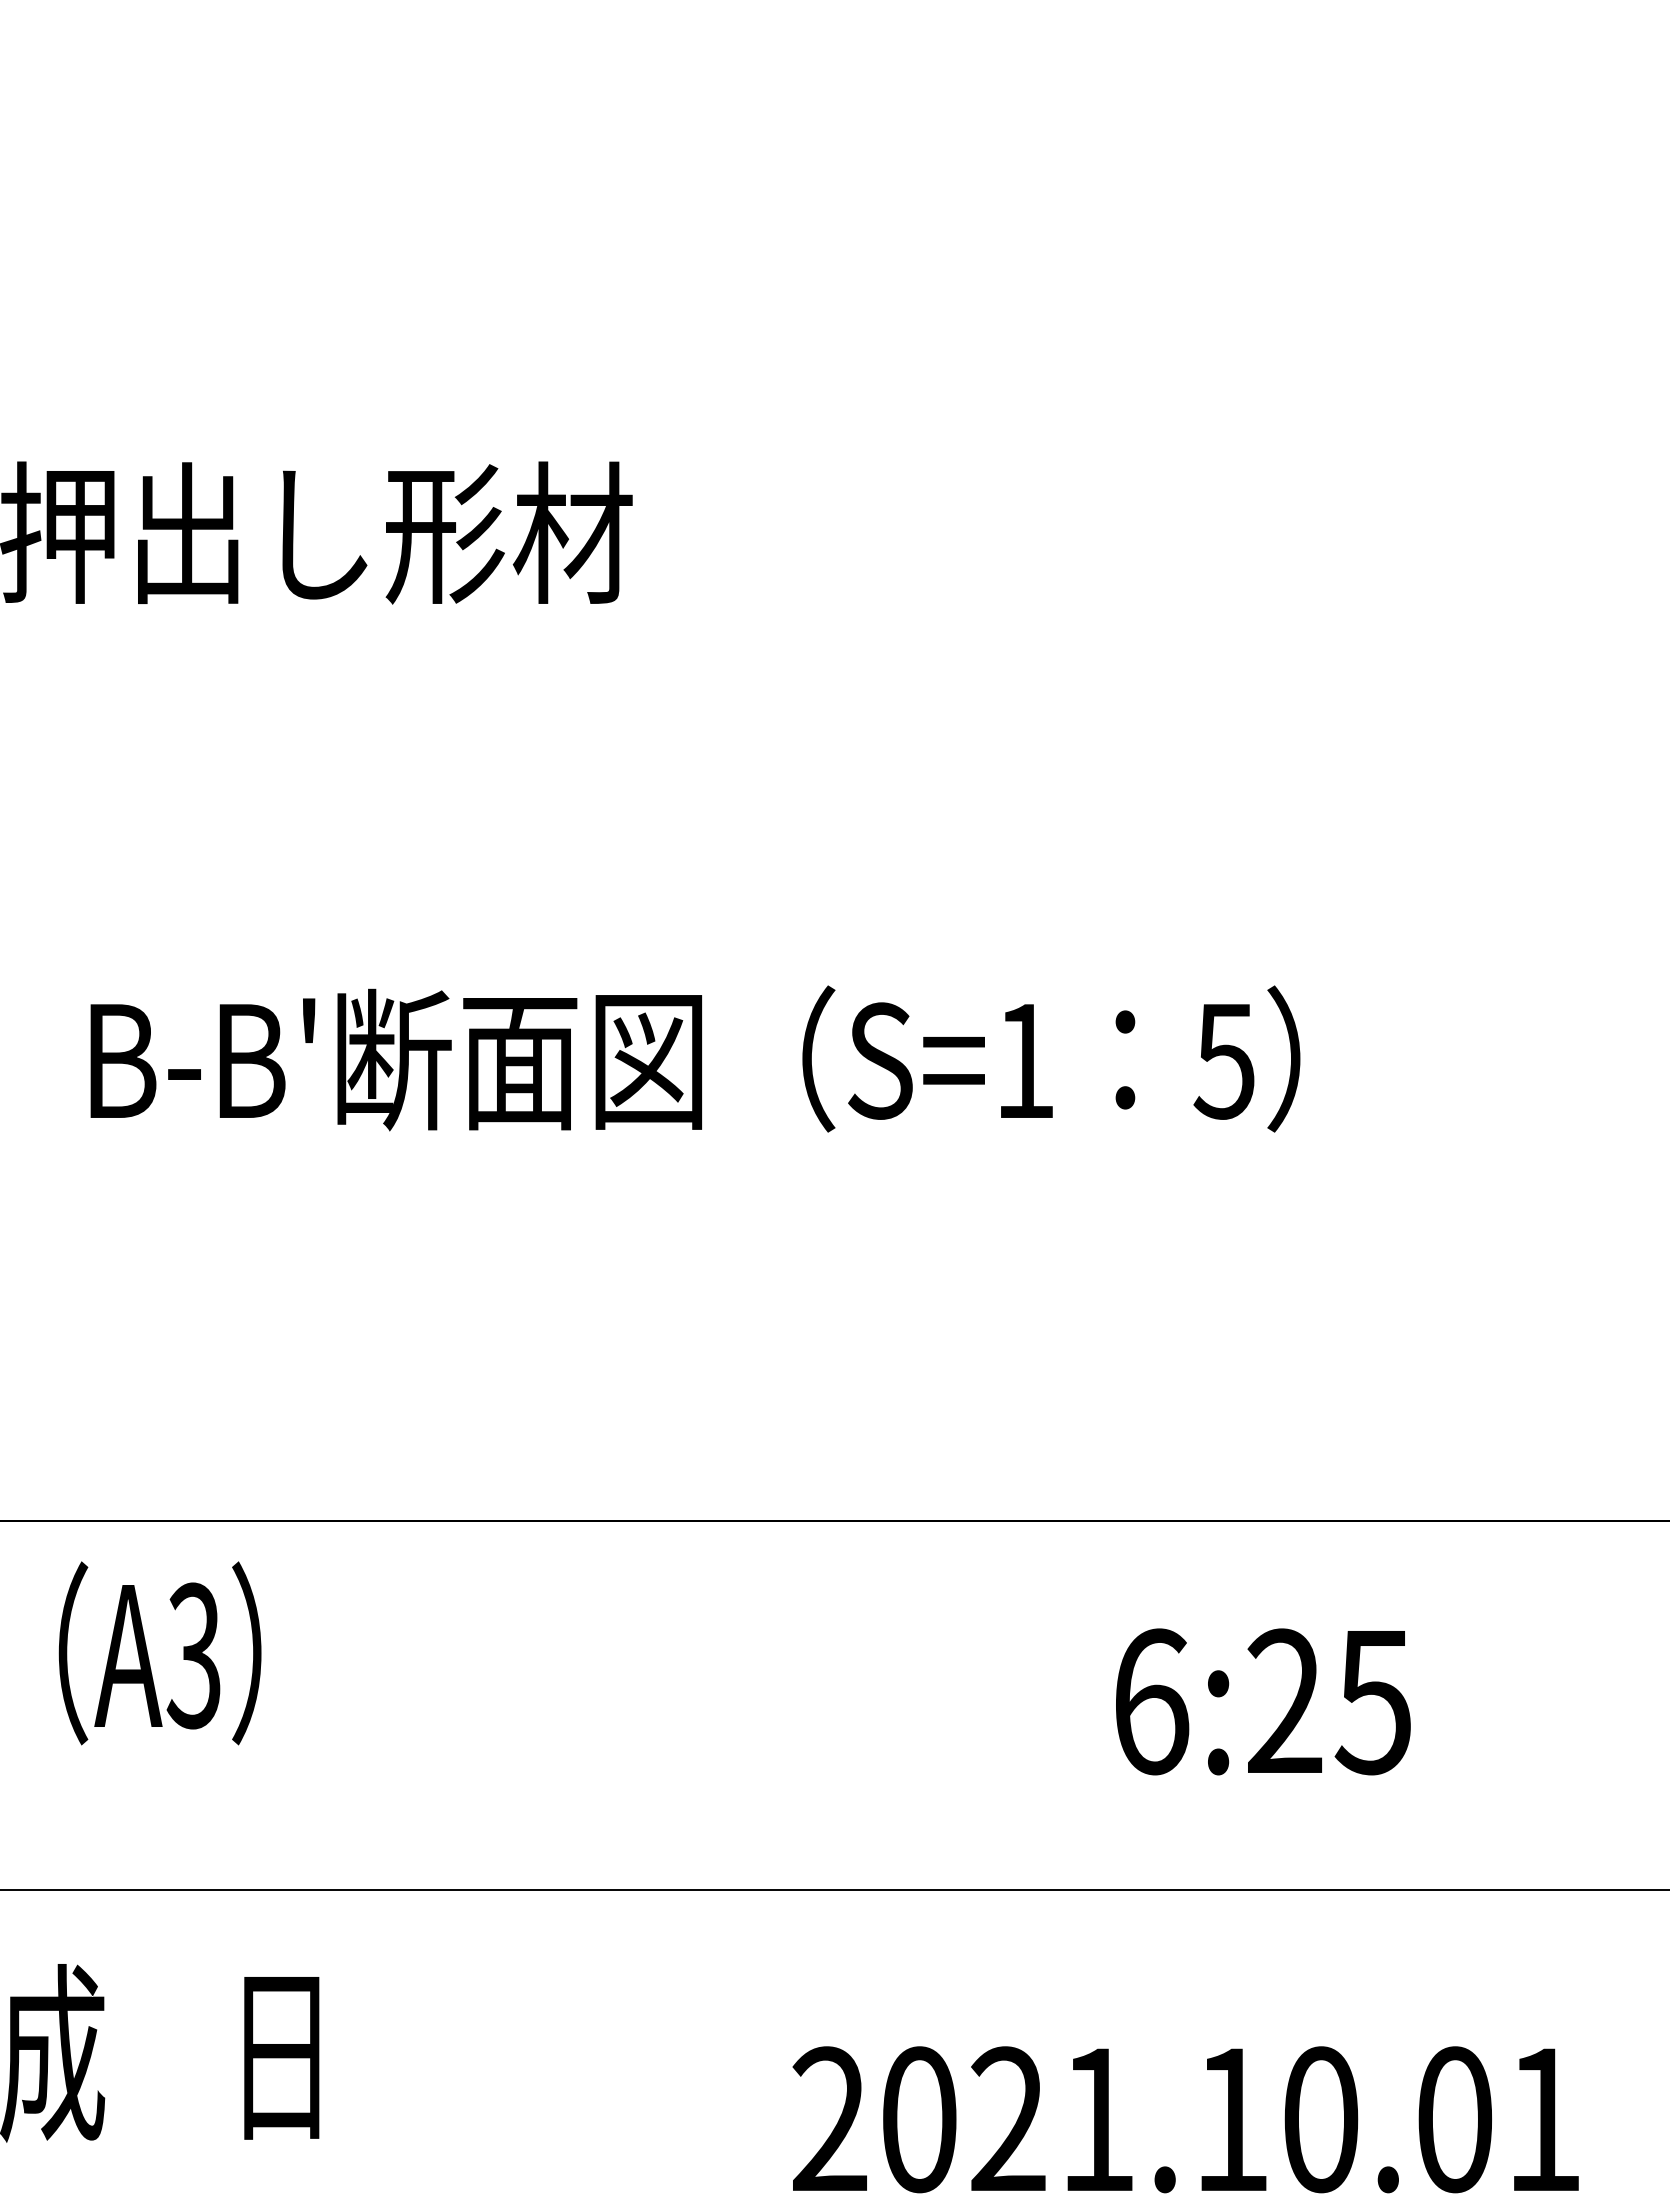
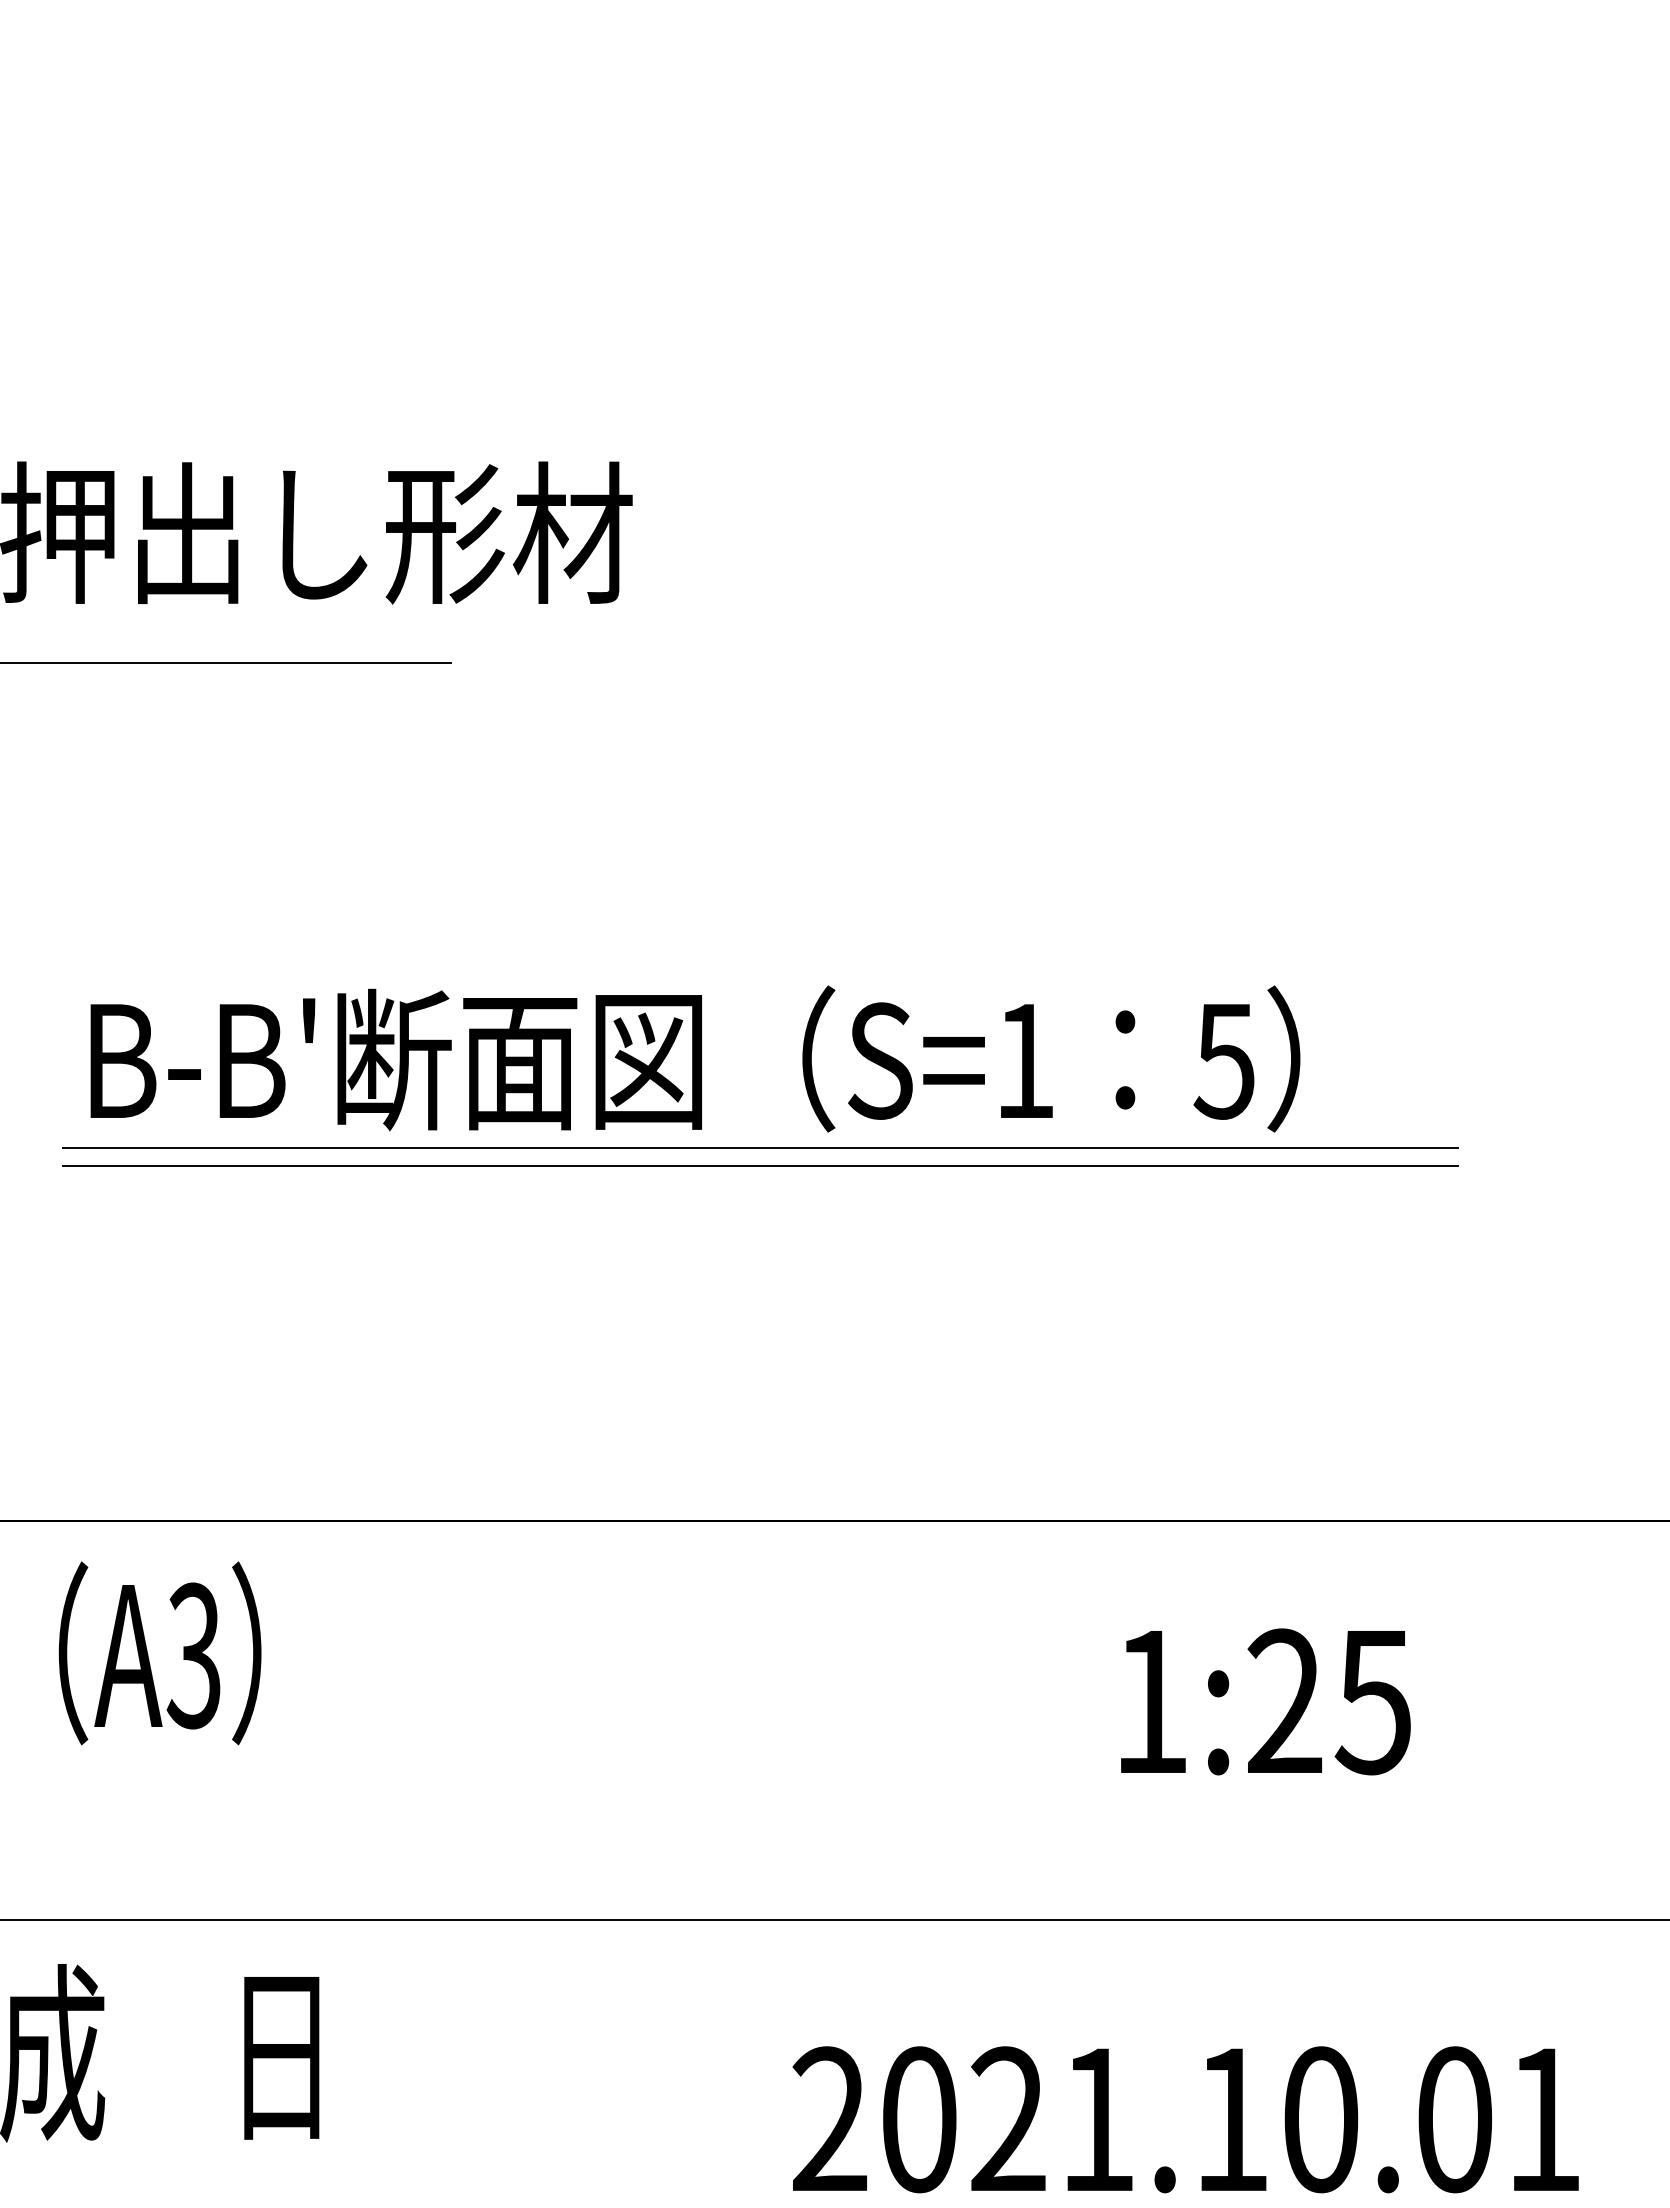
line at (226, 662): none -> present
line at (760, 1147): none -> present
line at (760, 1165): none -> present
text at (1152, 1701): 6:25 -> 1:25
line at (834, 1890) position: (834, 1890) -> (834, 1920)
